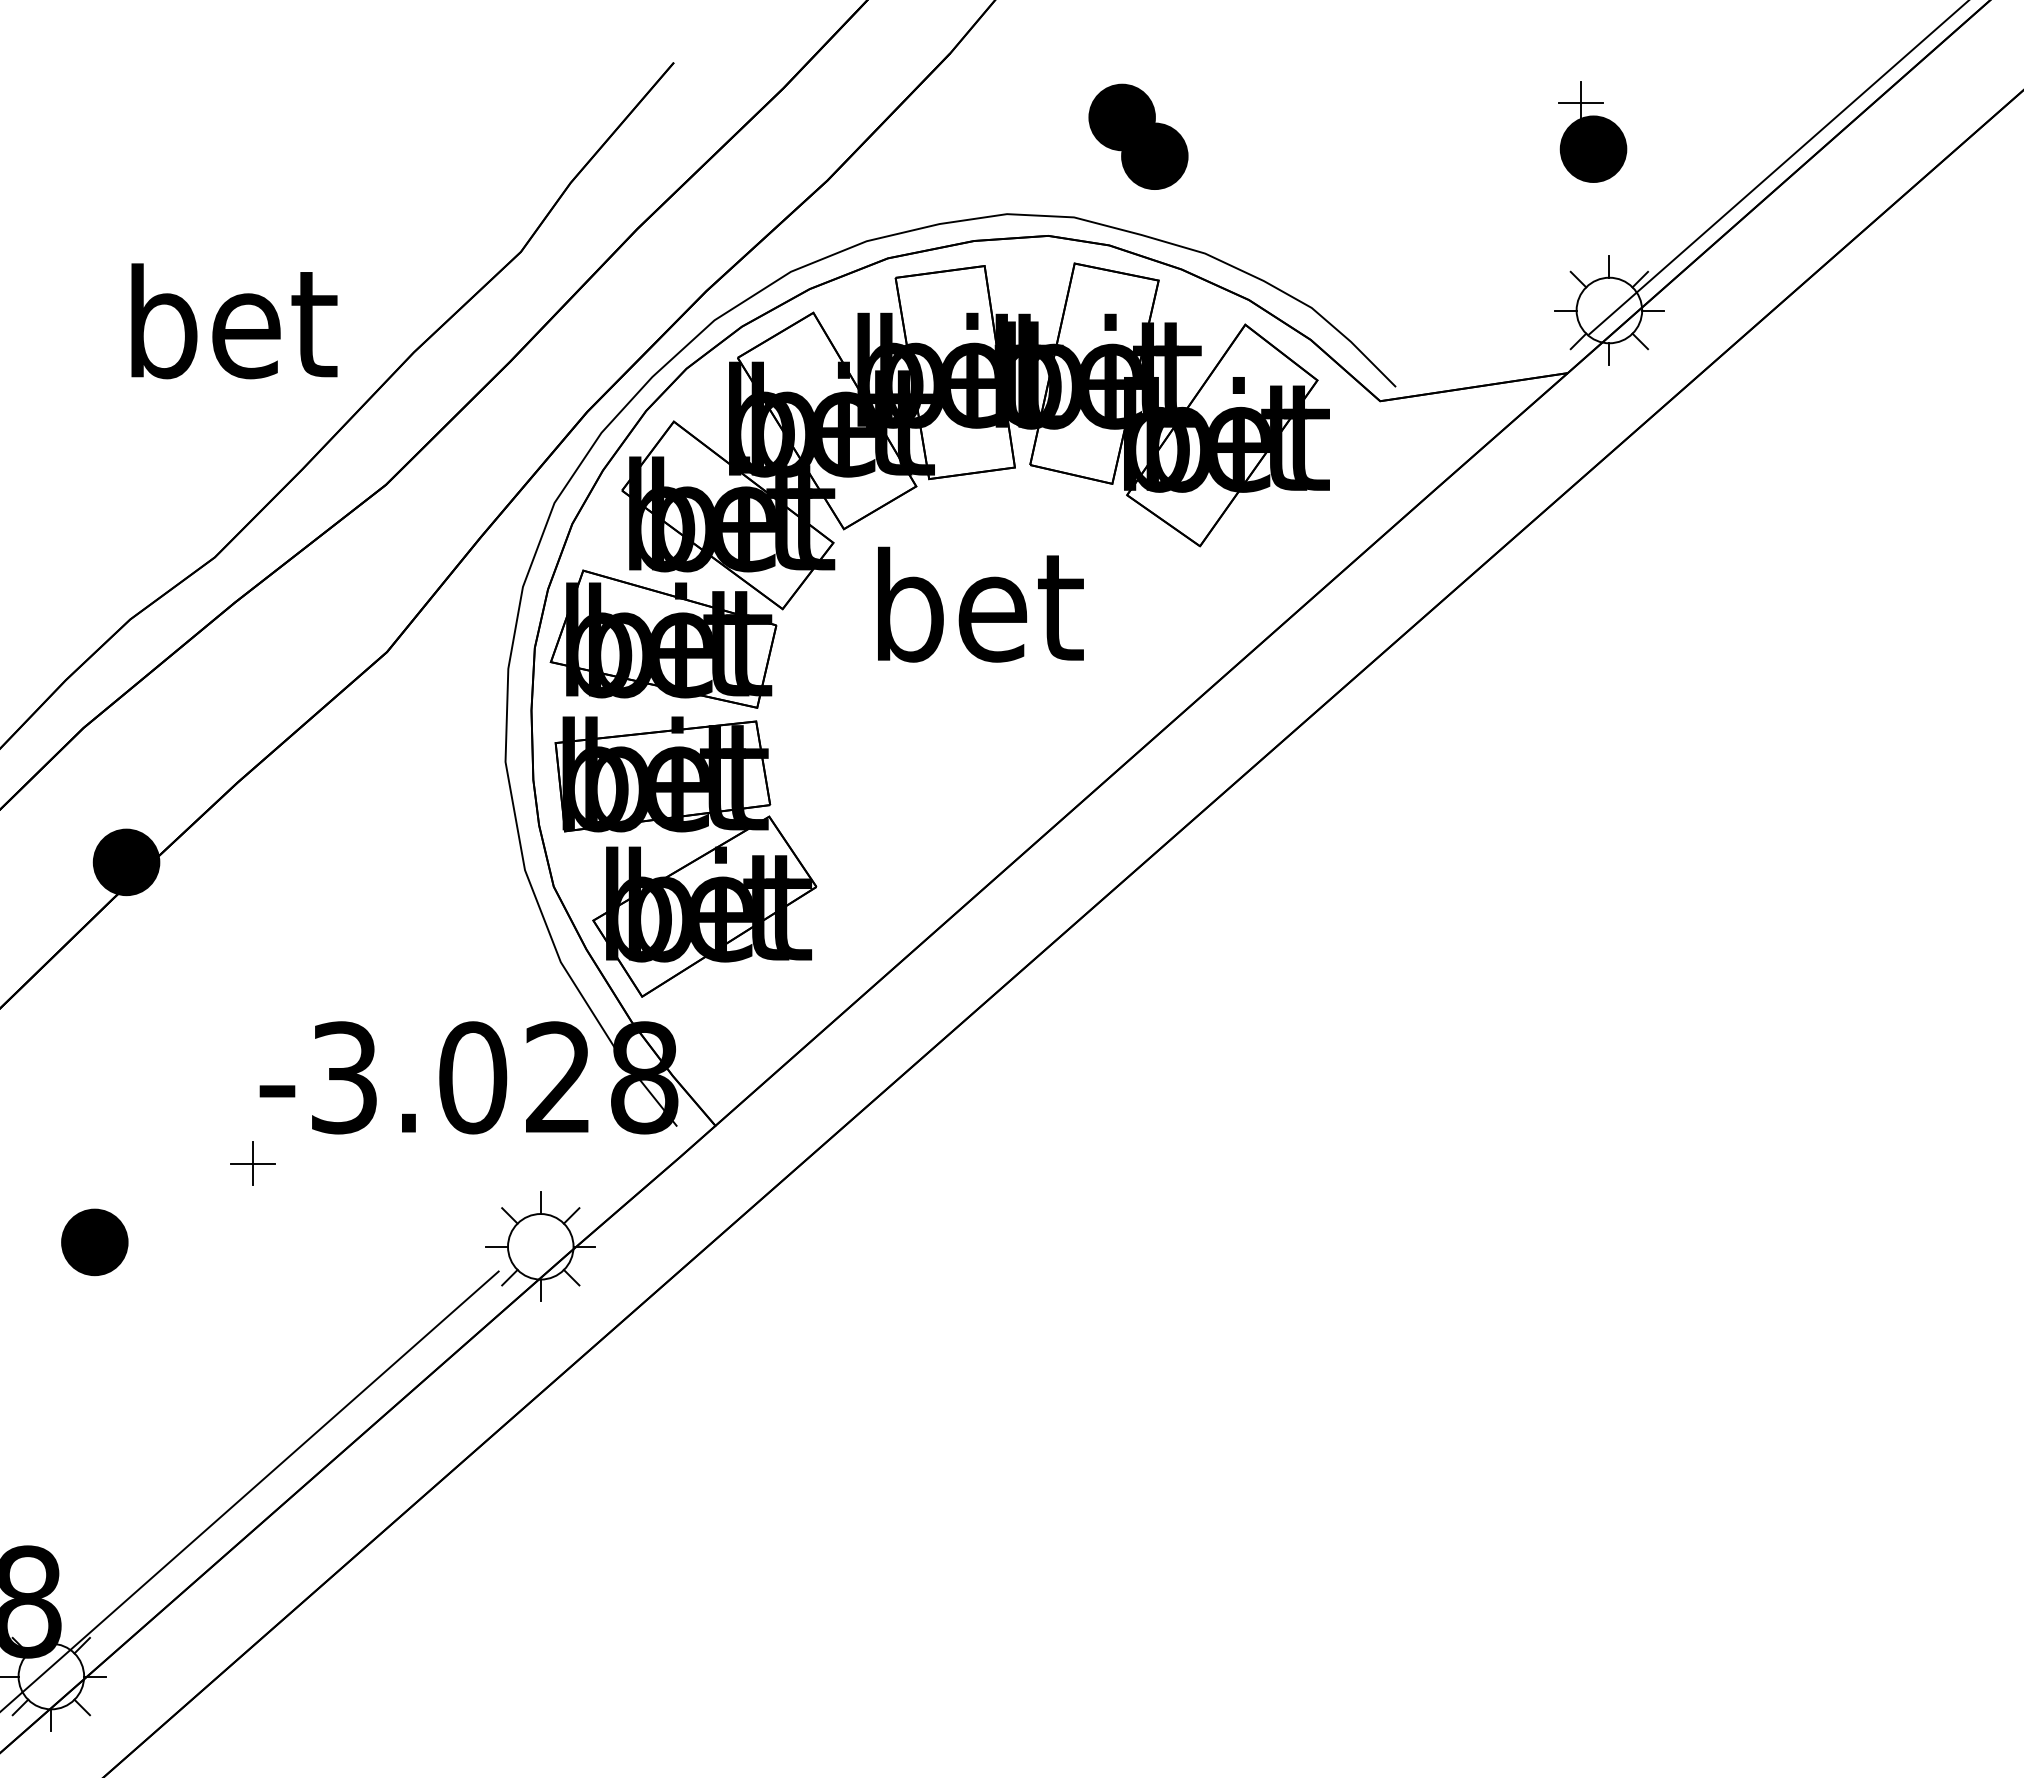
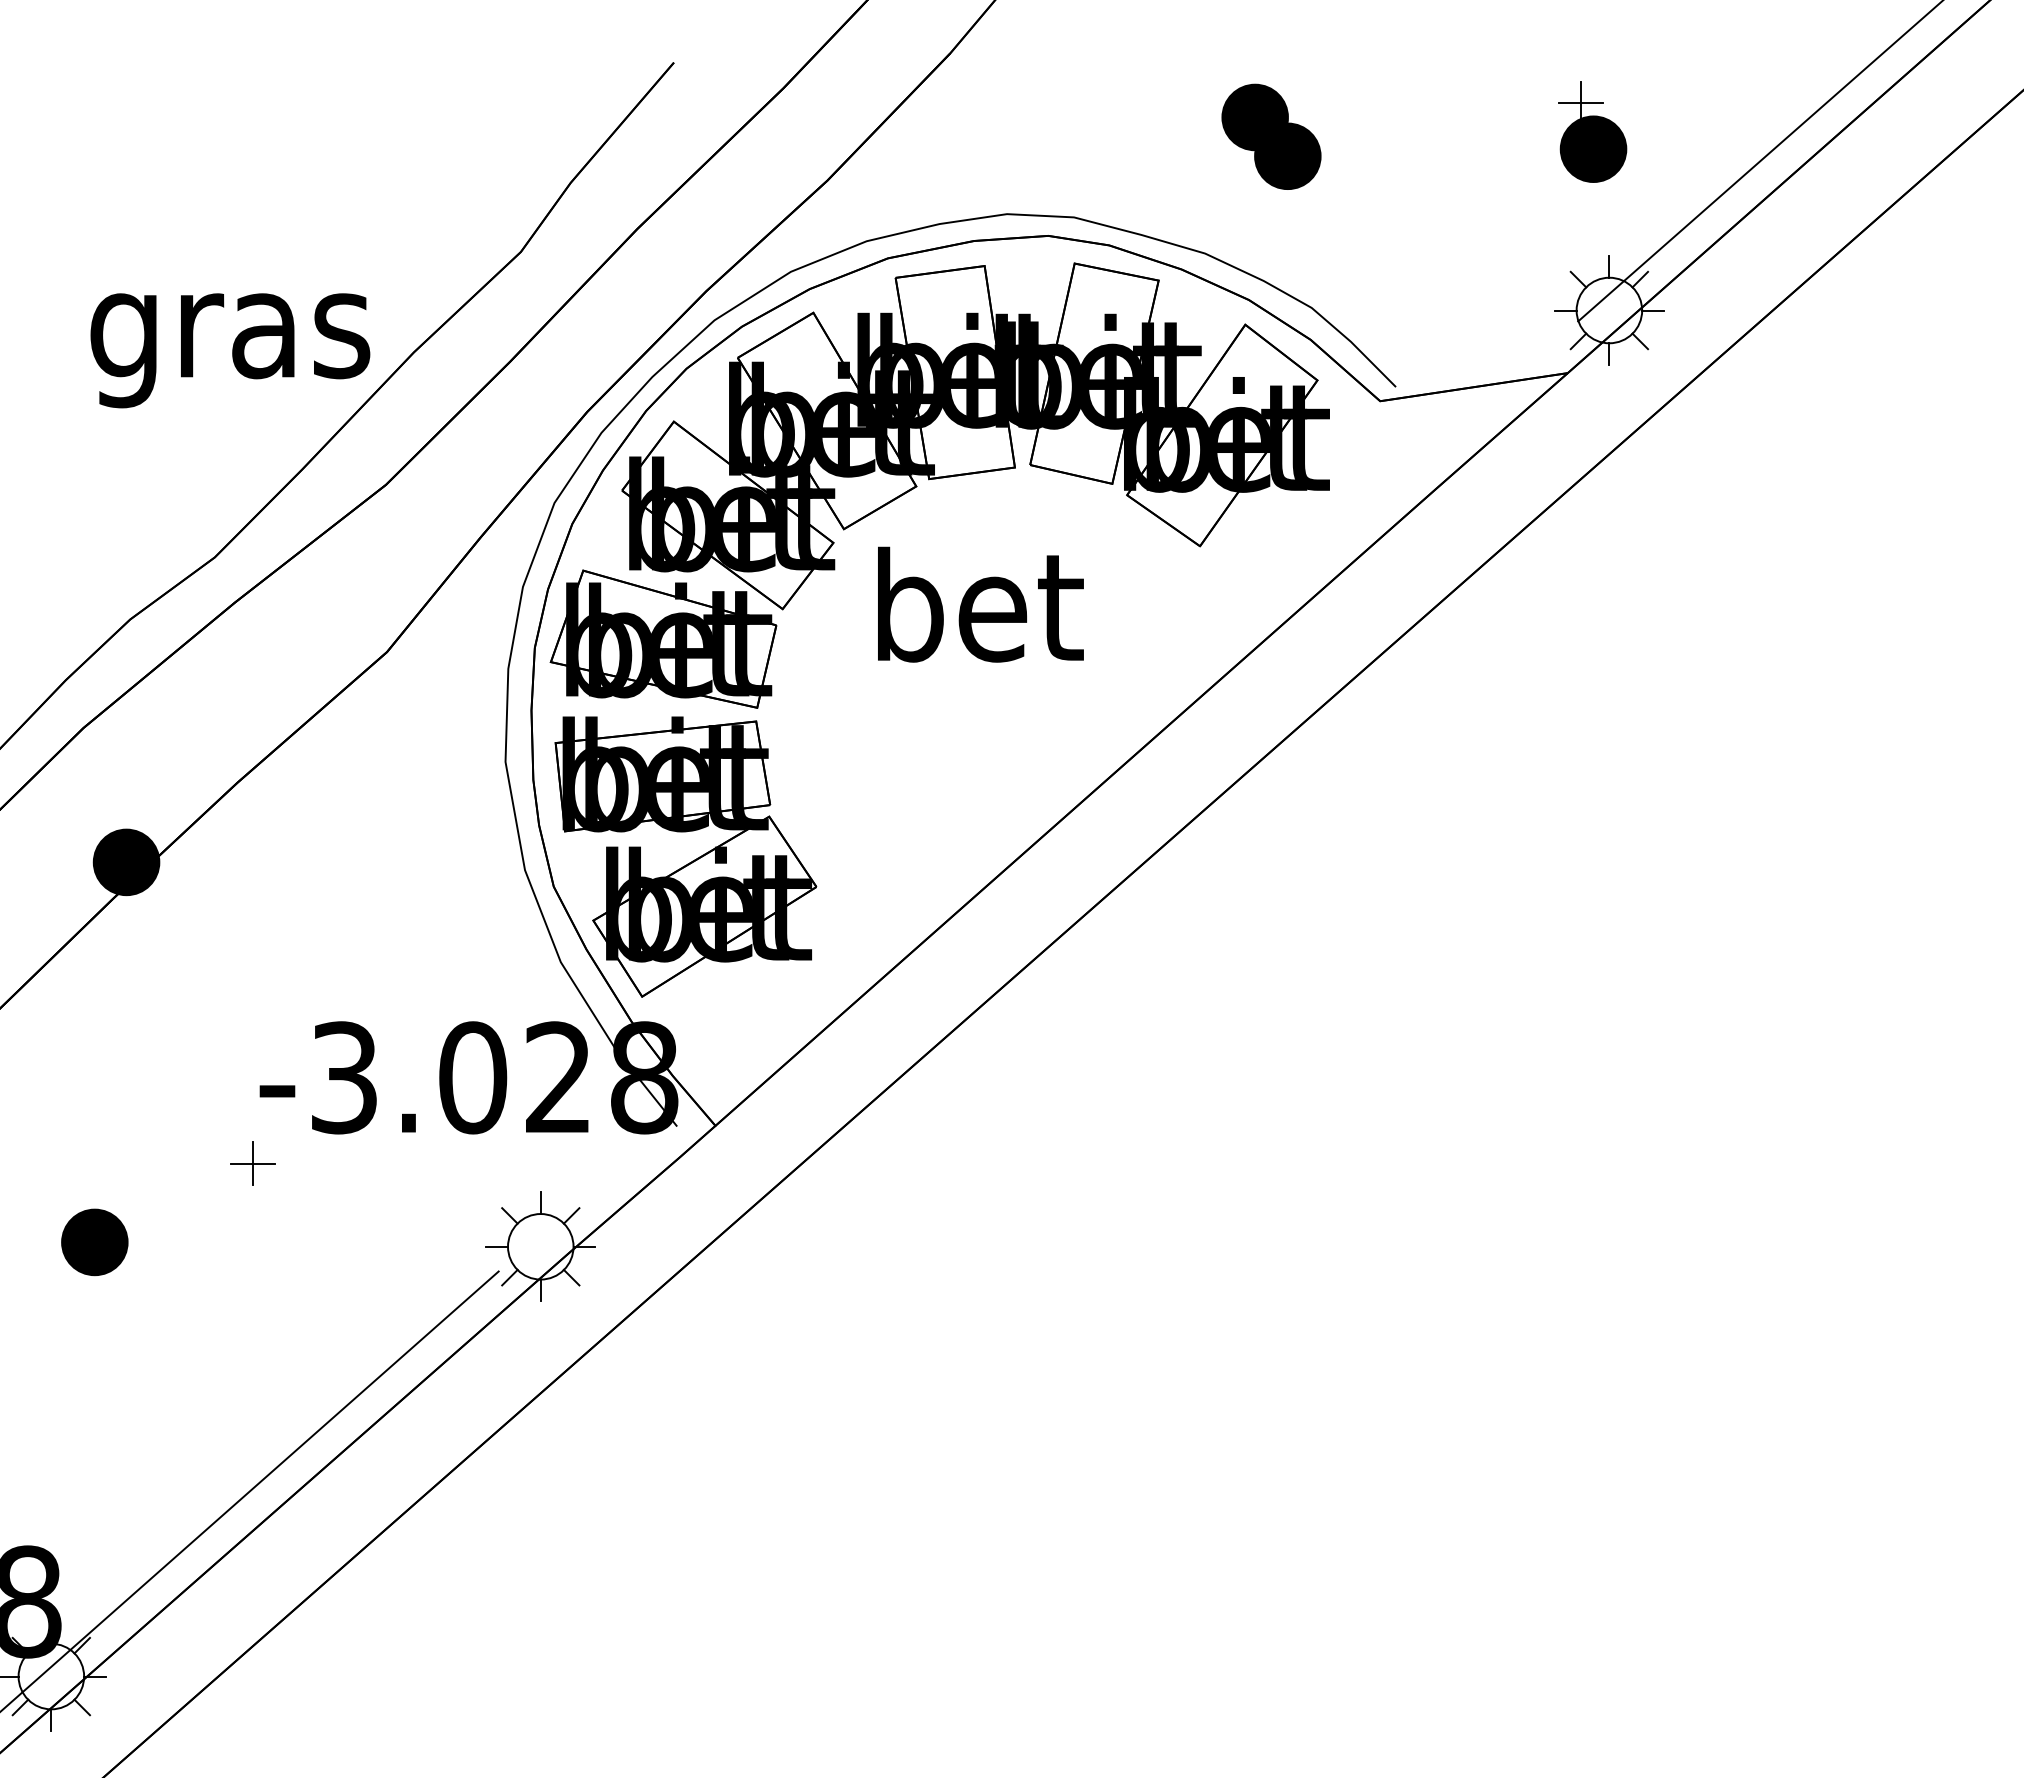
part at (1138, 136) position: (1138, 136) -> (1271, 136)
line at (1777, 168) position: (1777, 168) -> (1759, 161)
text at (230, 335): bet -> gras
